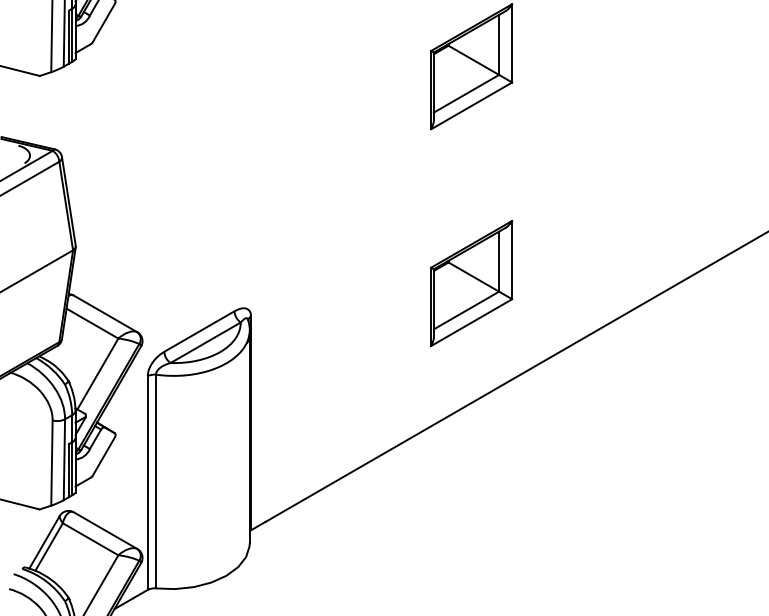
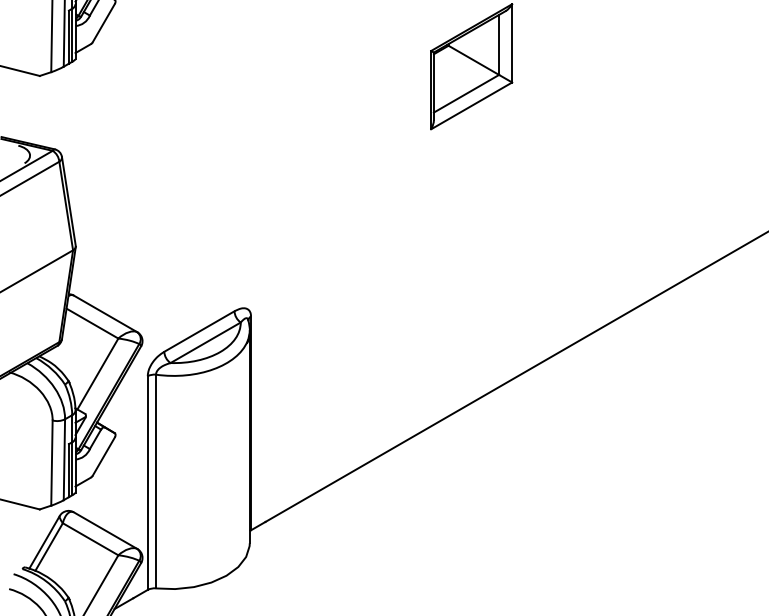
part at (471, 282): present -> none
